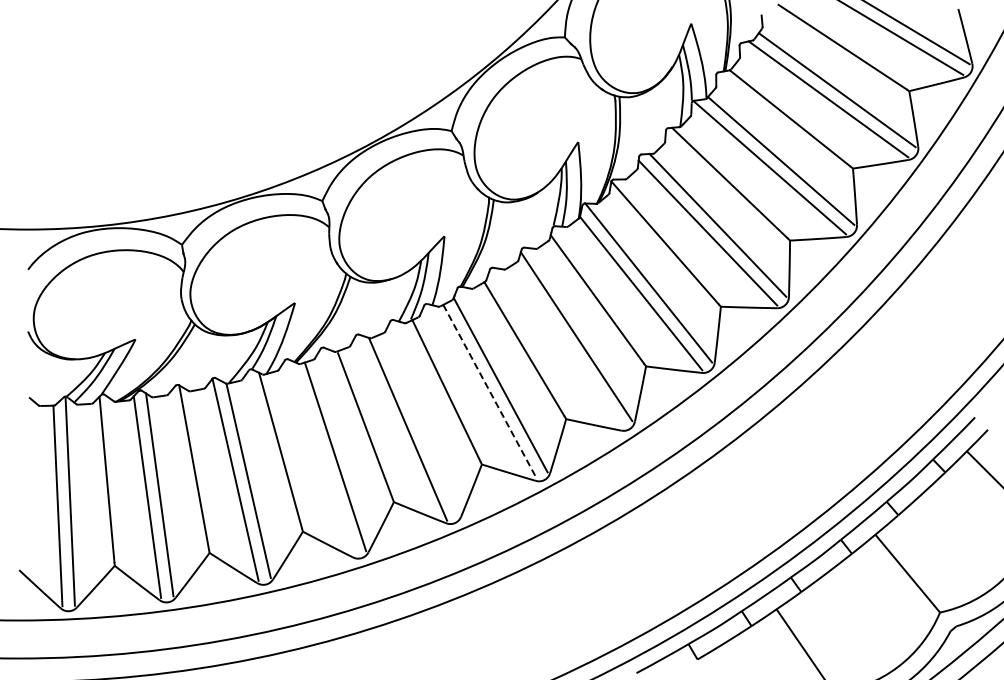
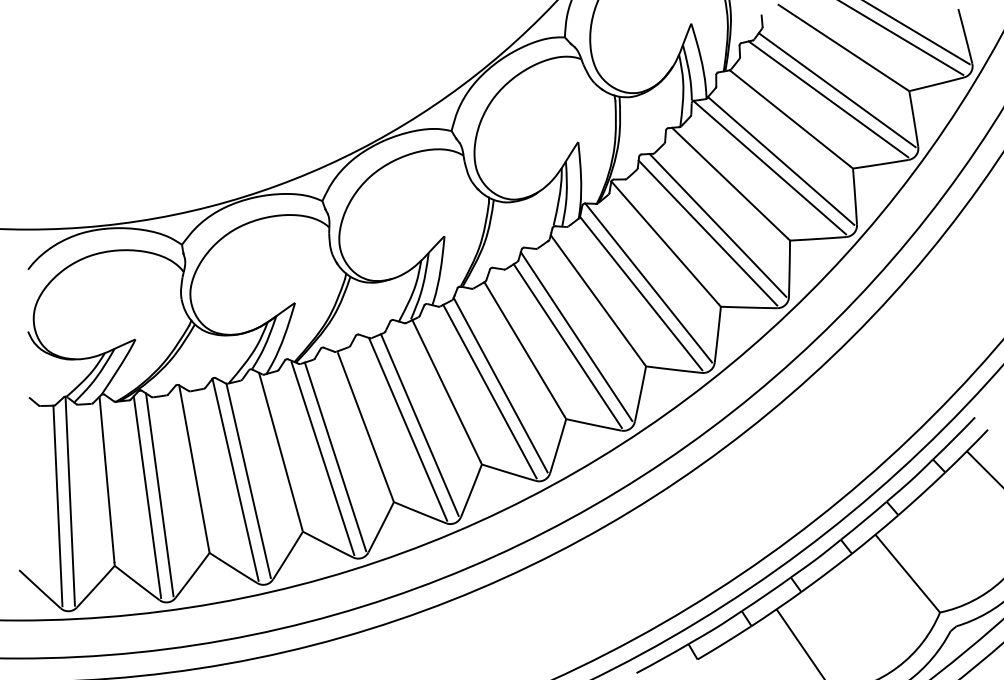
line at (567, 346): none -> present
line at (490, 392): dashed -> solid
line at (419, 424): none -> present
line at (322, 458): none -> present
